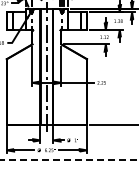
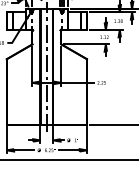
line at (69, 160): dashed -> solid
